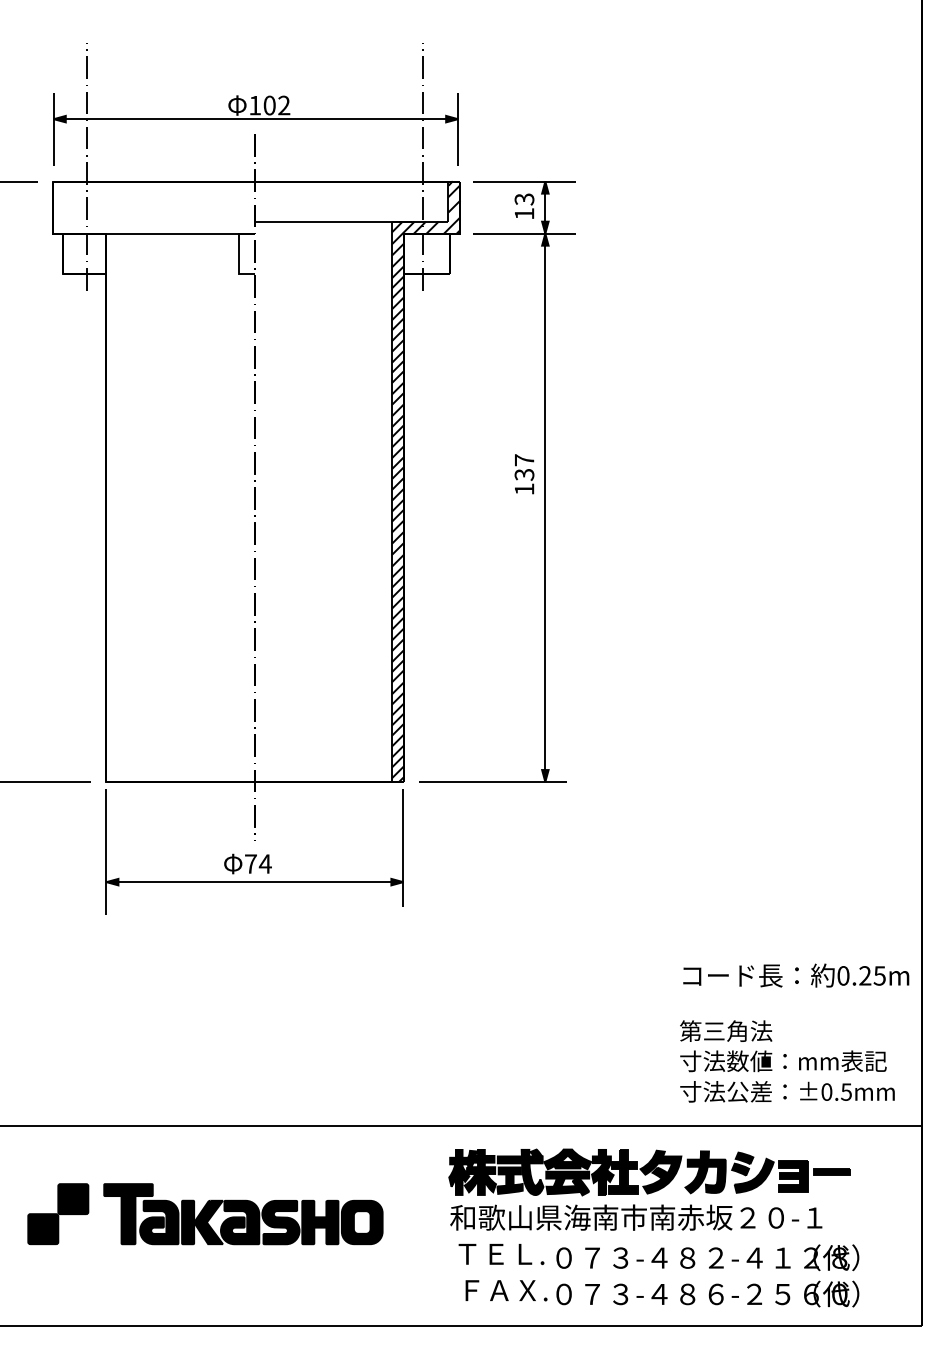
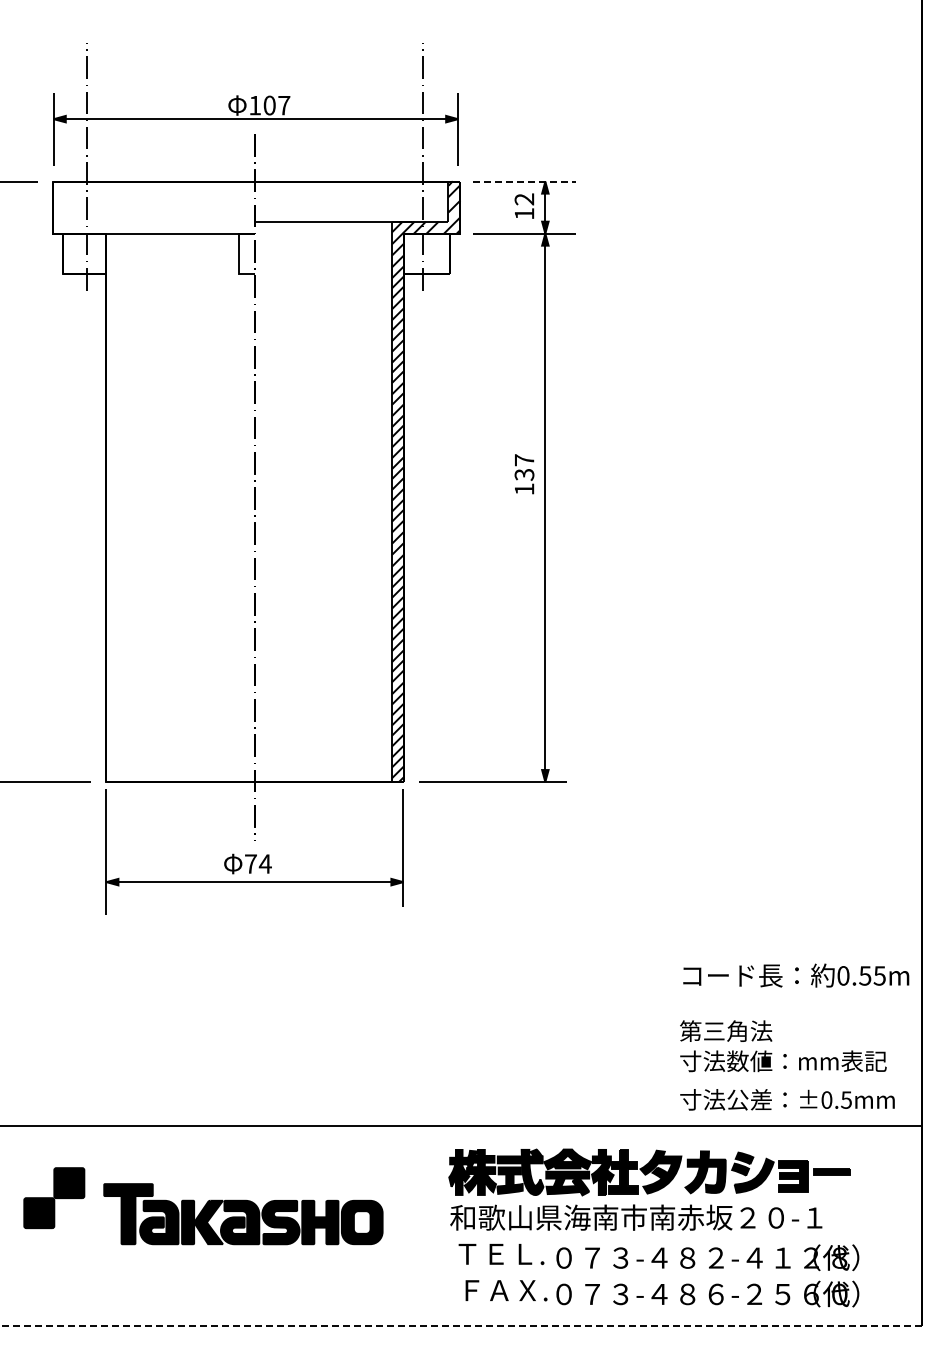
text at (284, 105): 102 -> 107
line at (524, 181): solid -> dashed
text at (524, 199): 13 -> 12
text at (865, 975): 0.25m -> 0.55m
text at (787, 1091) position: (787, 1091) -> (787, 1099)
part at (58, 1214) position: (58, 1214) -> (54, 1198)
line at (460, 1325): solid -> dashed
